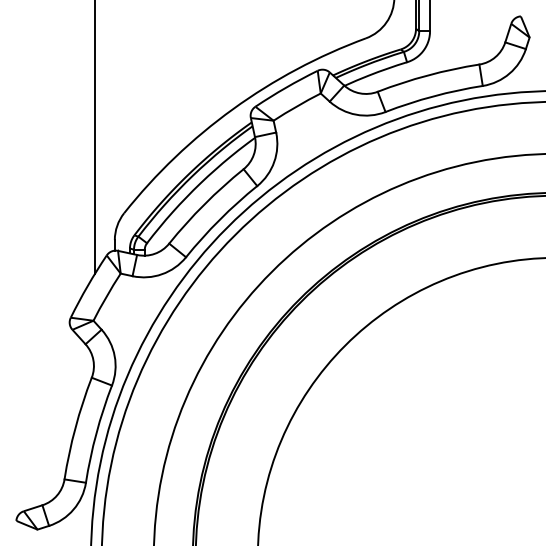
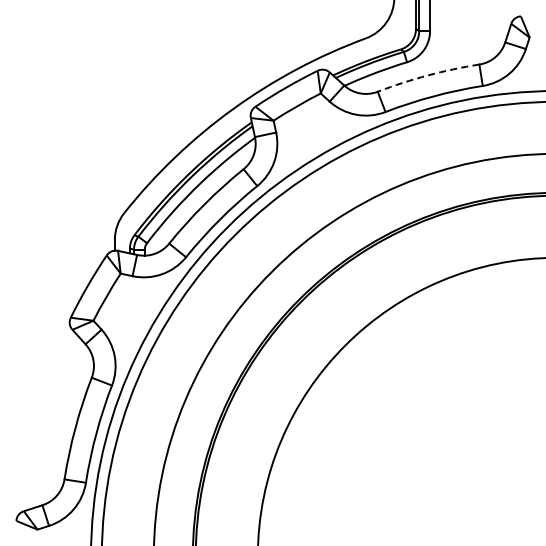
arc at (427, 75): solid -> dashed
line at (94, 137): present -> none
